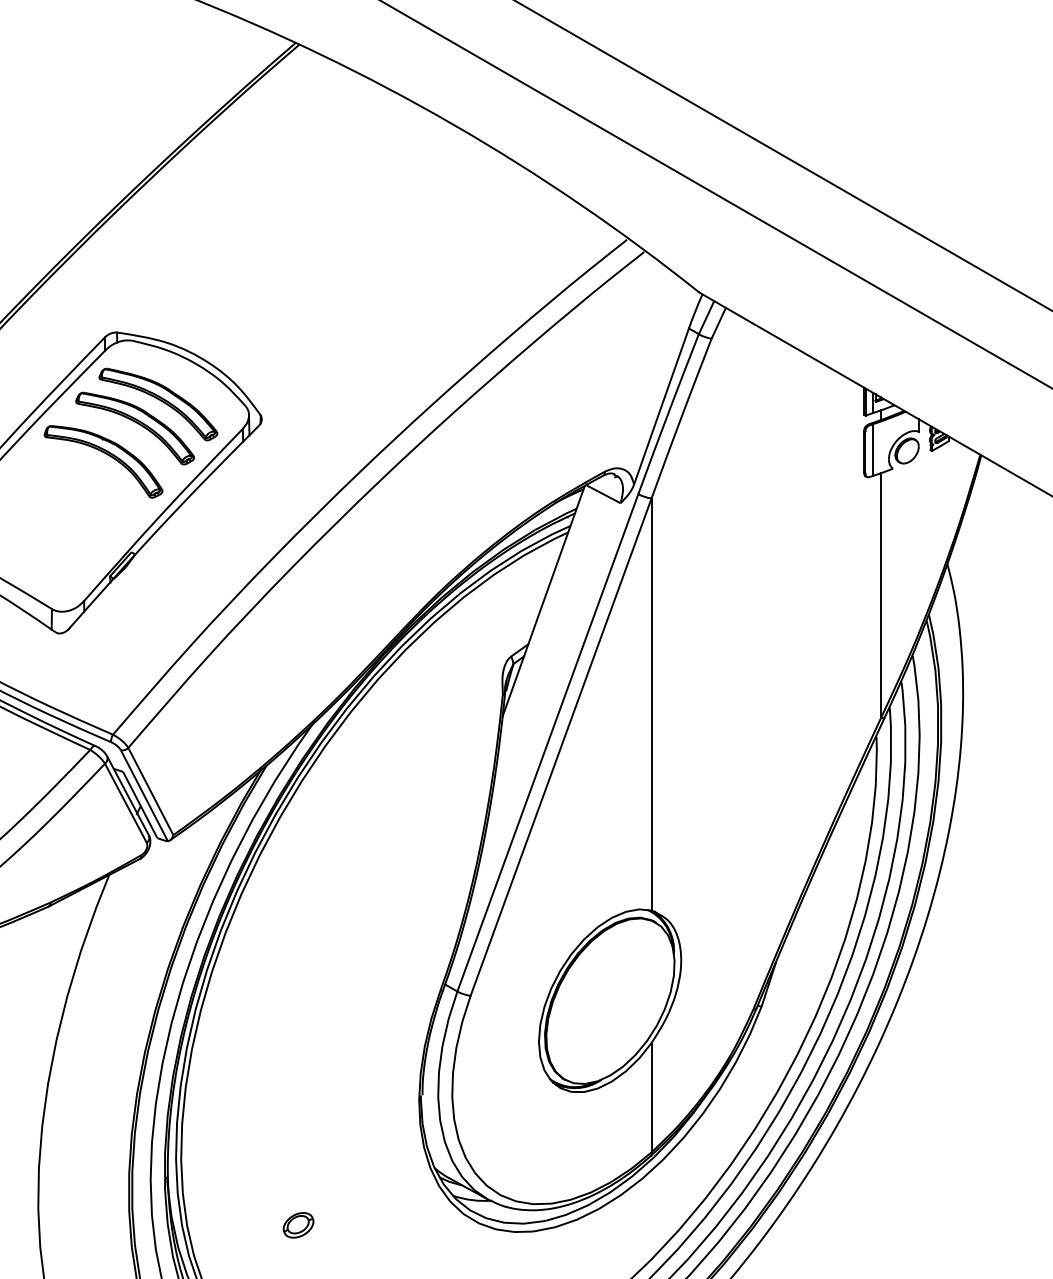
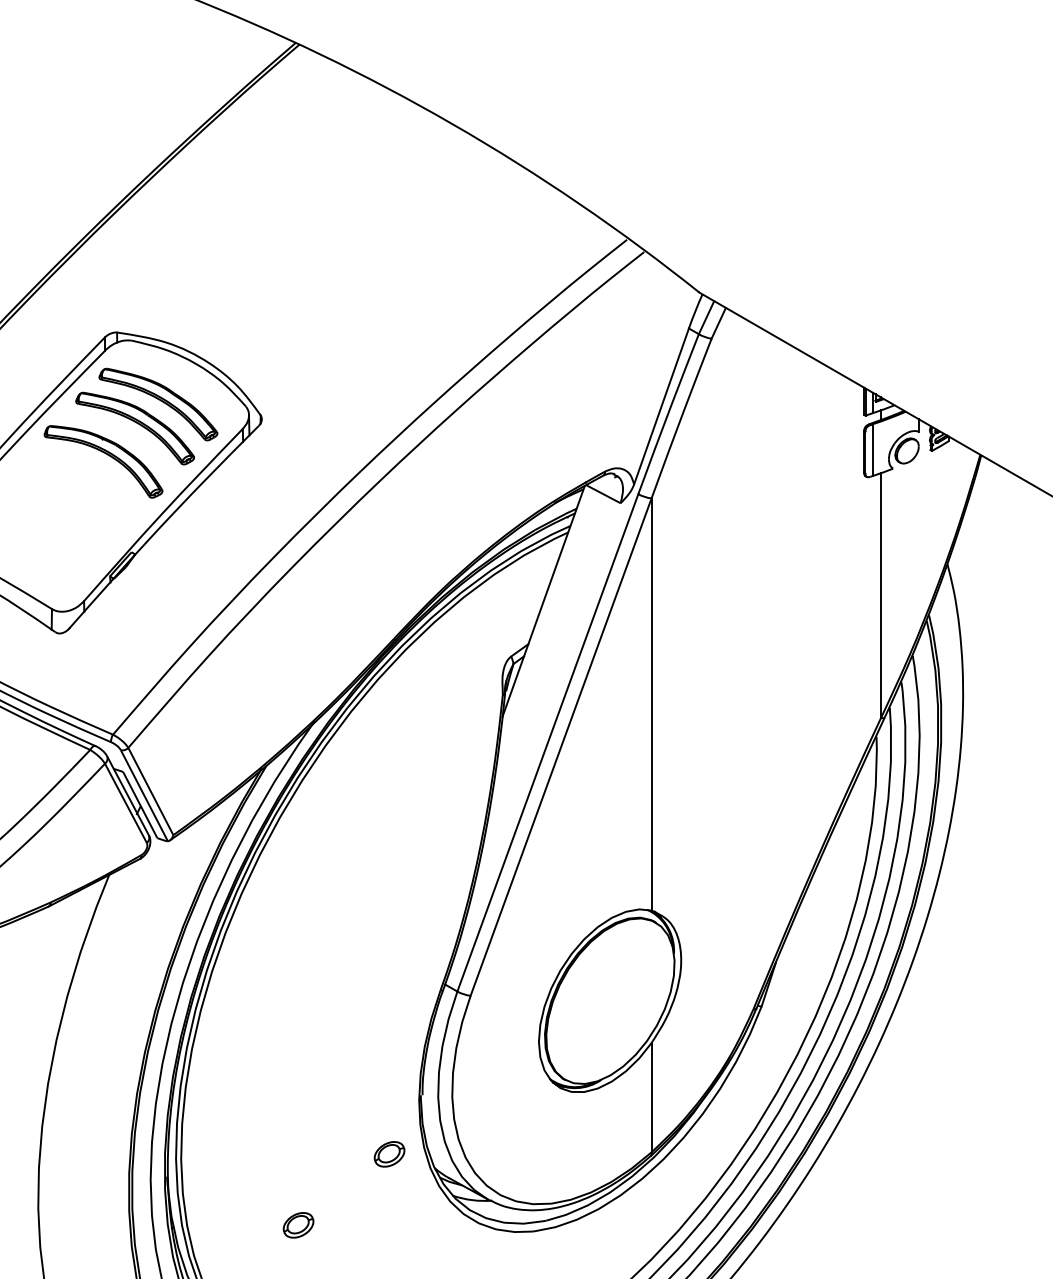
line at (783, 155): present -> none
line at (715, 194): present -> none
part at (389, 1154): none -> present
